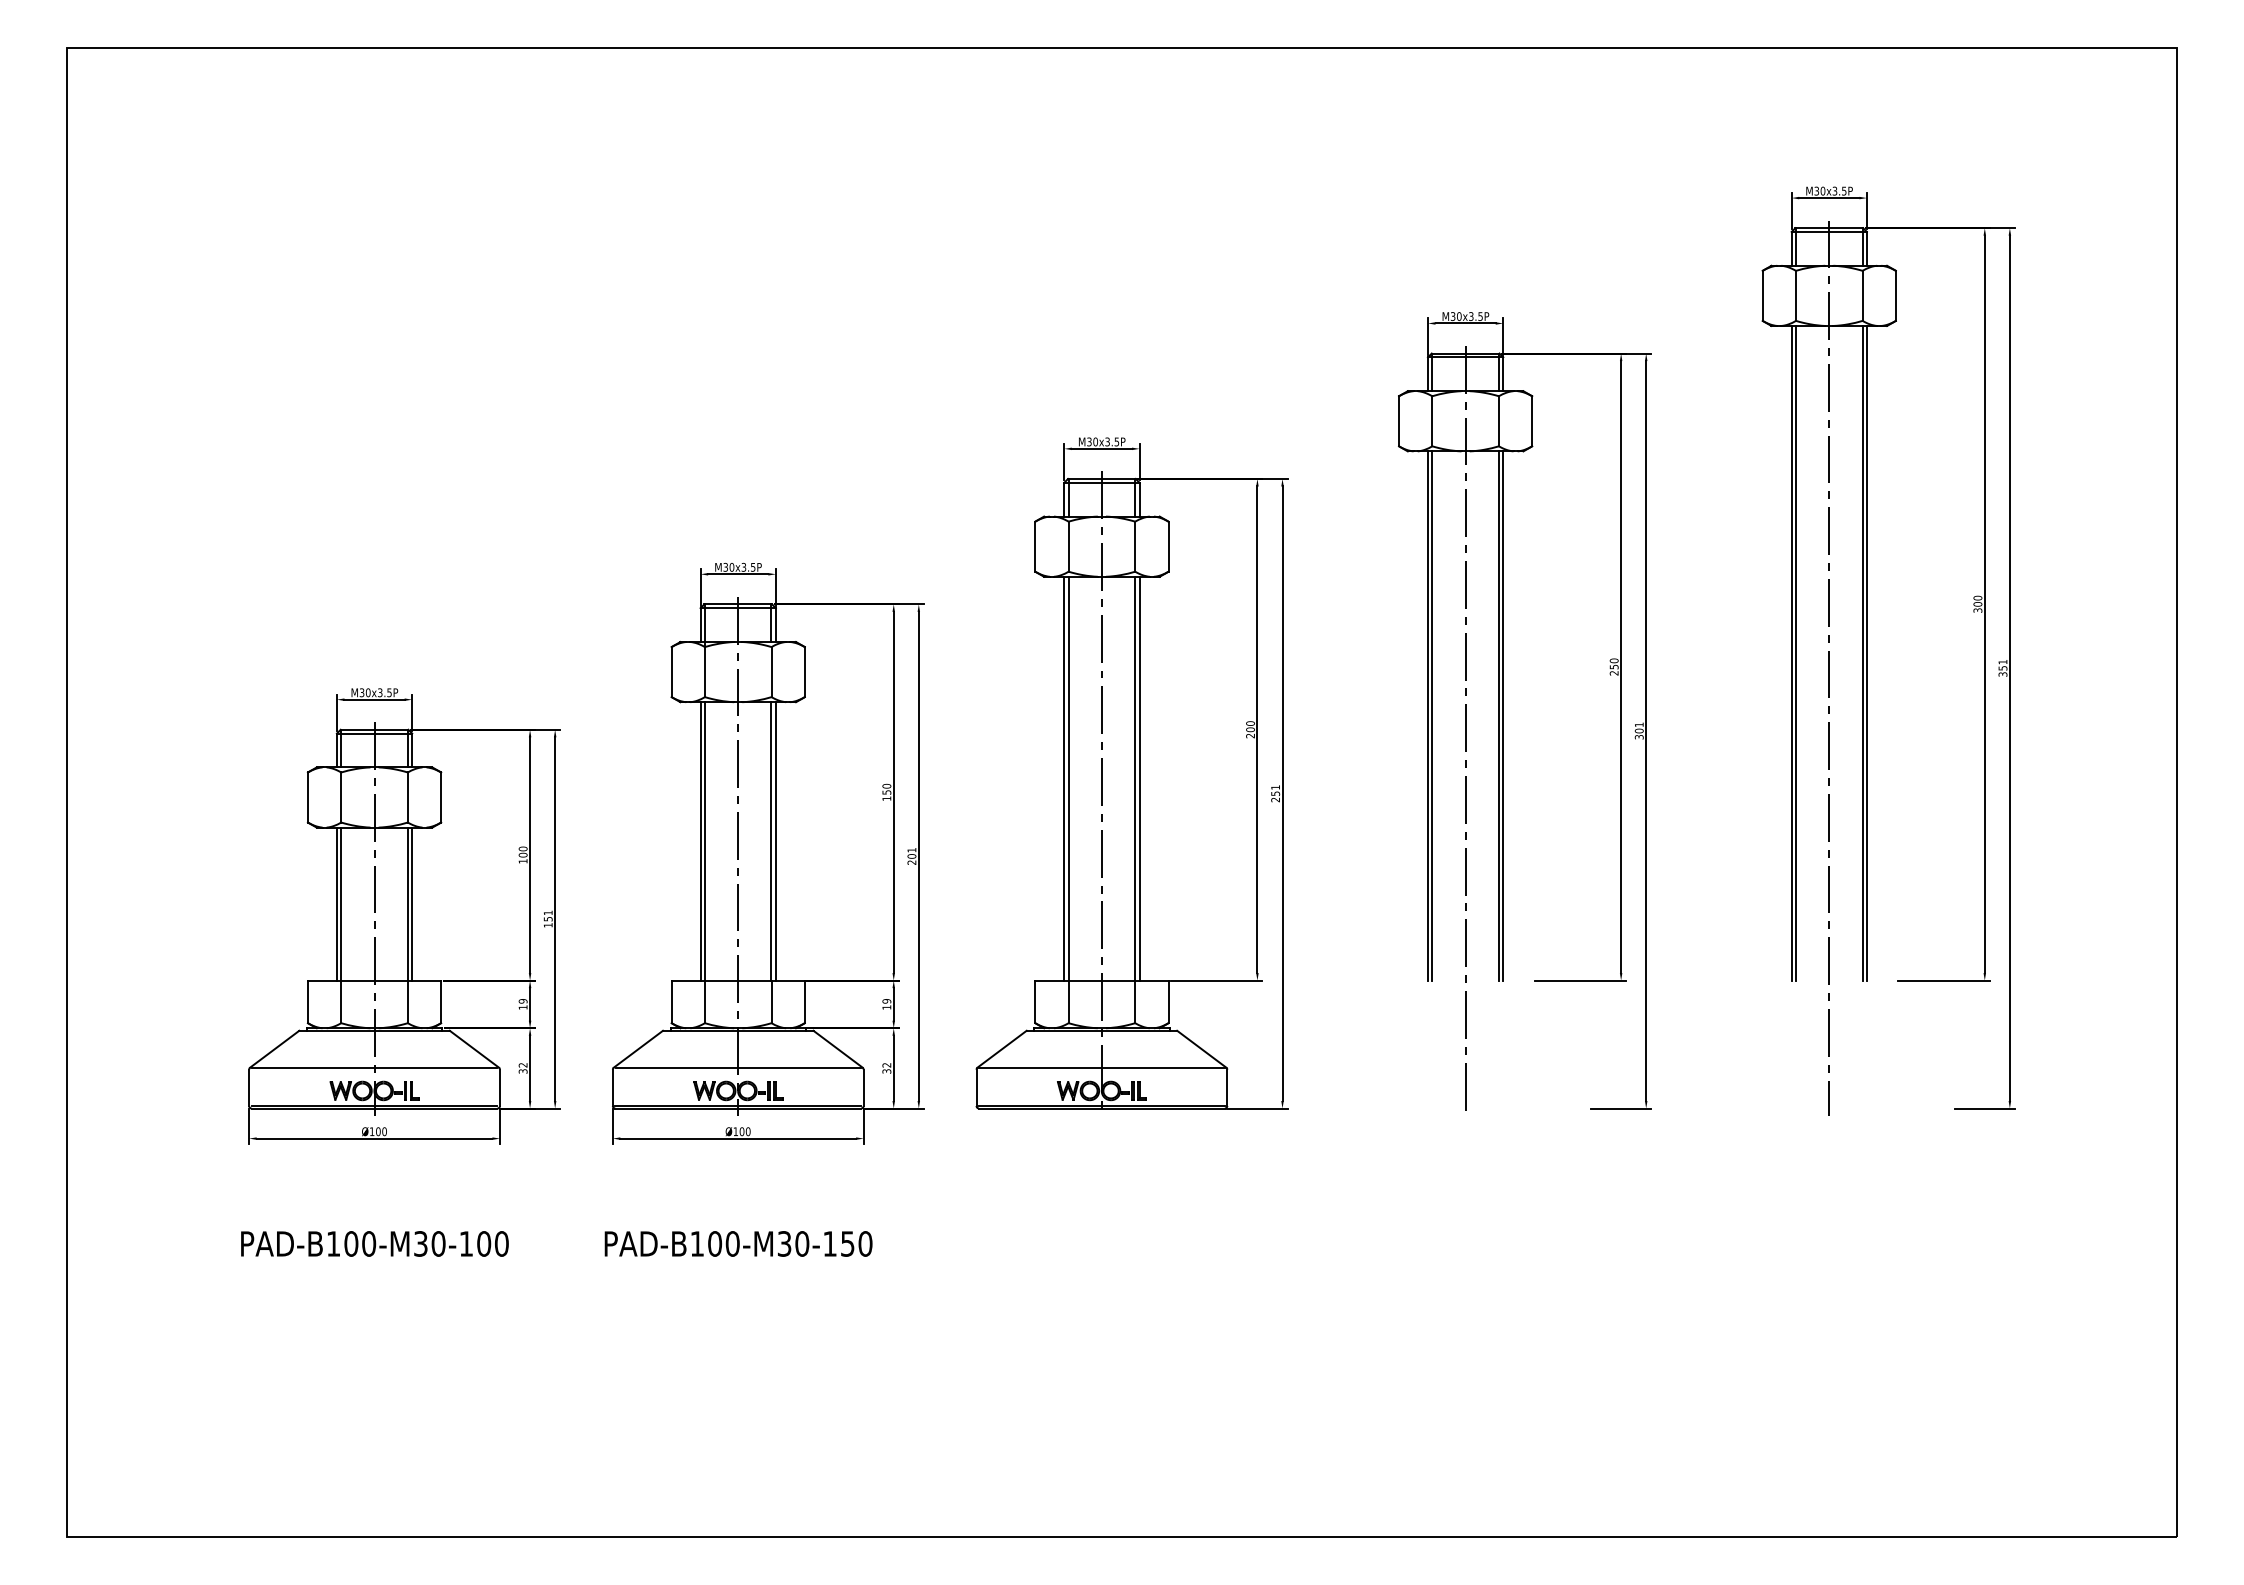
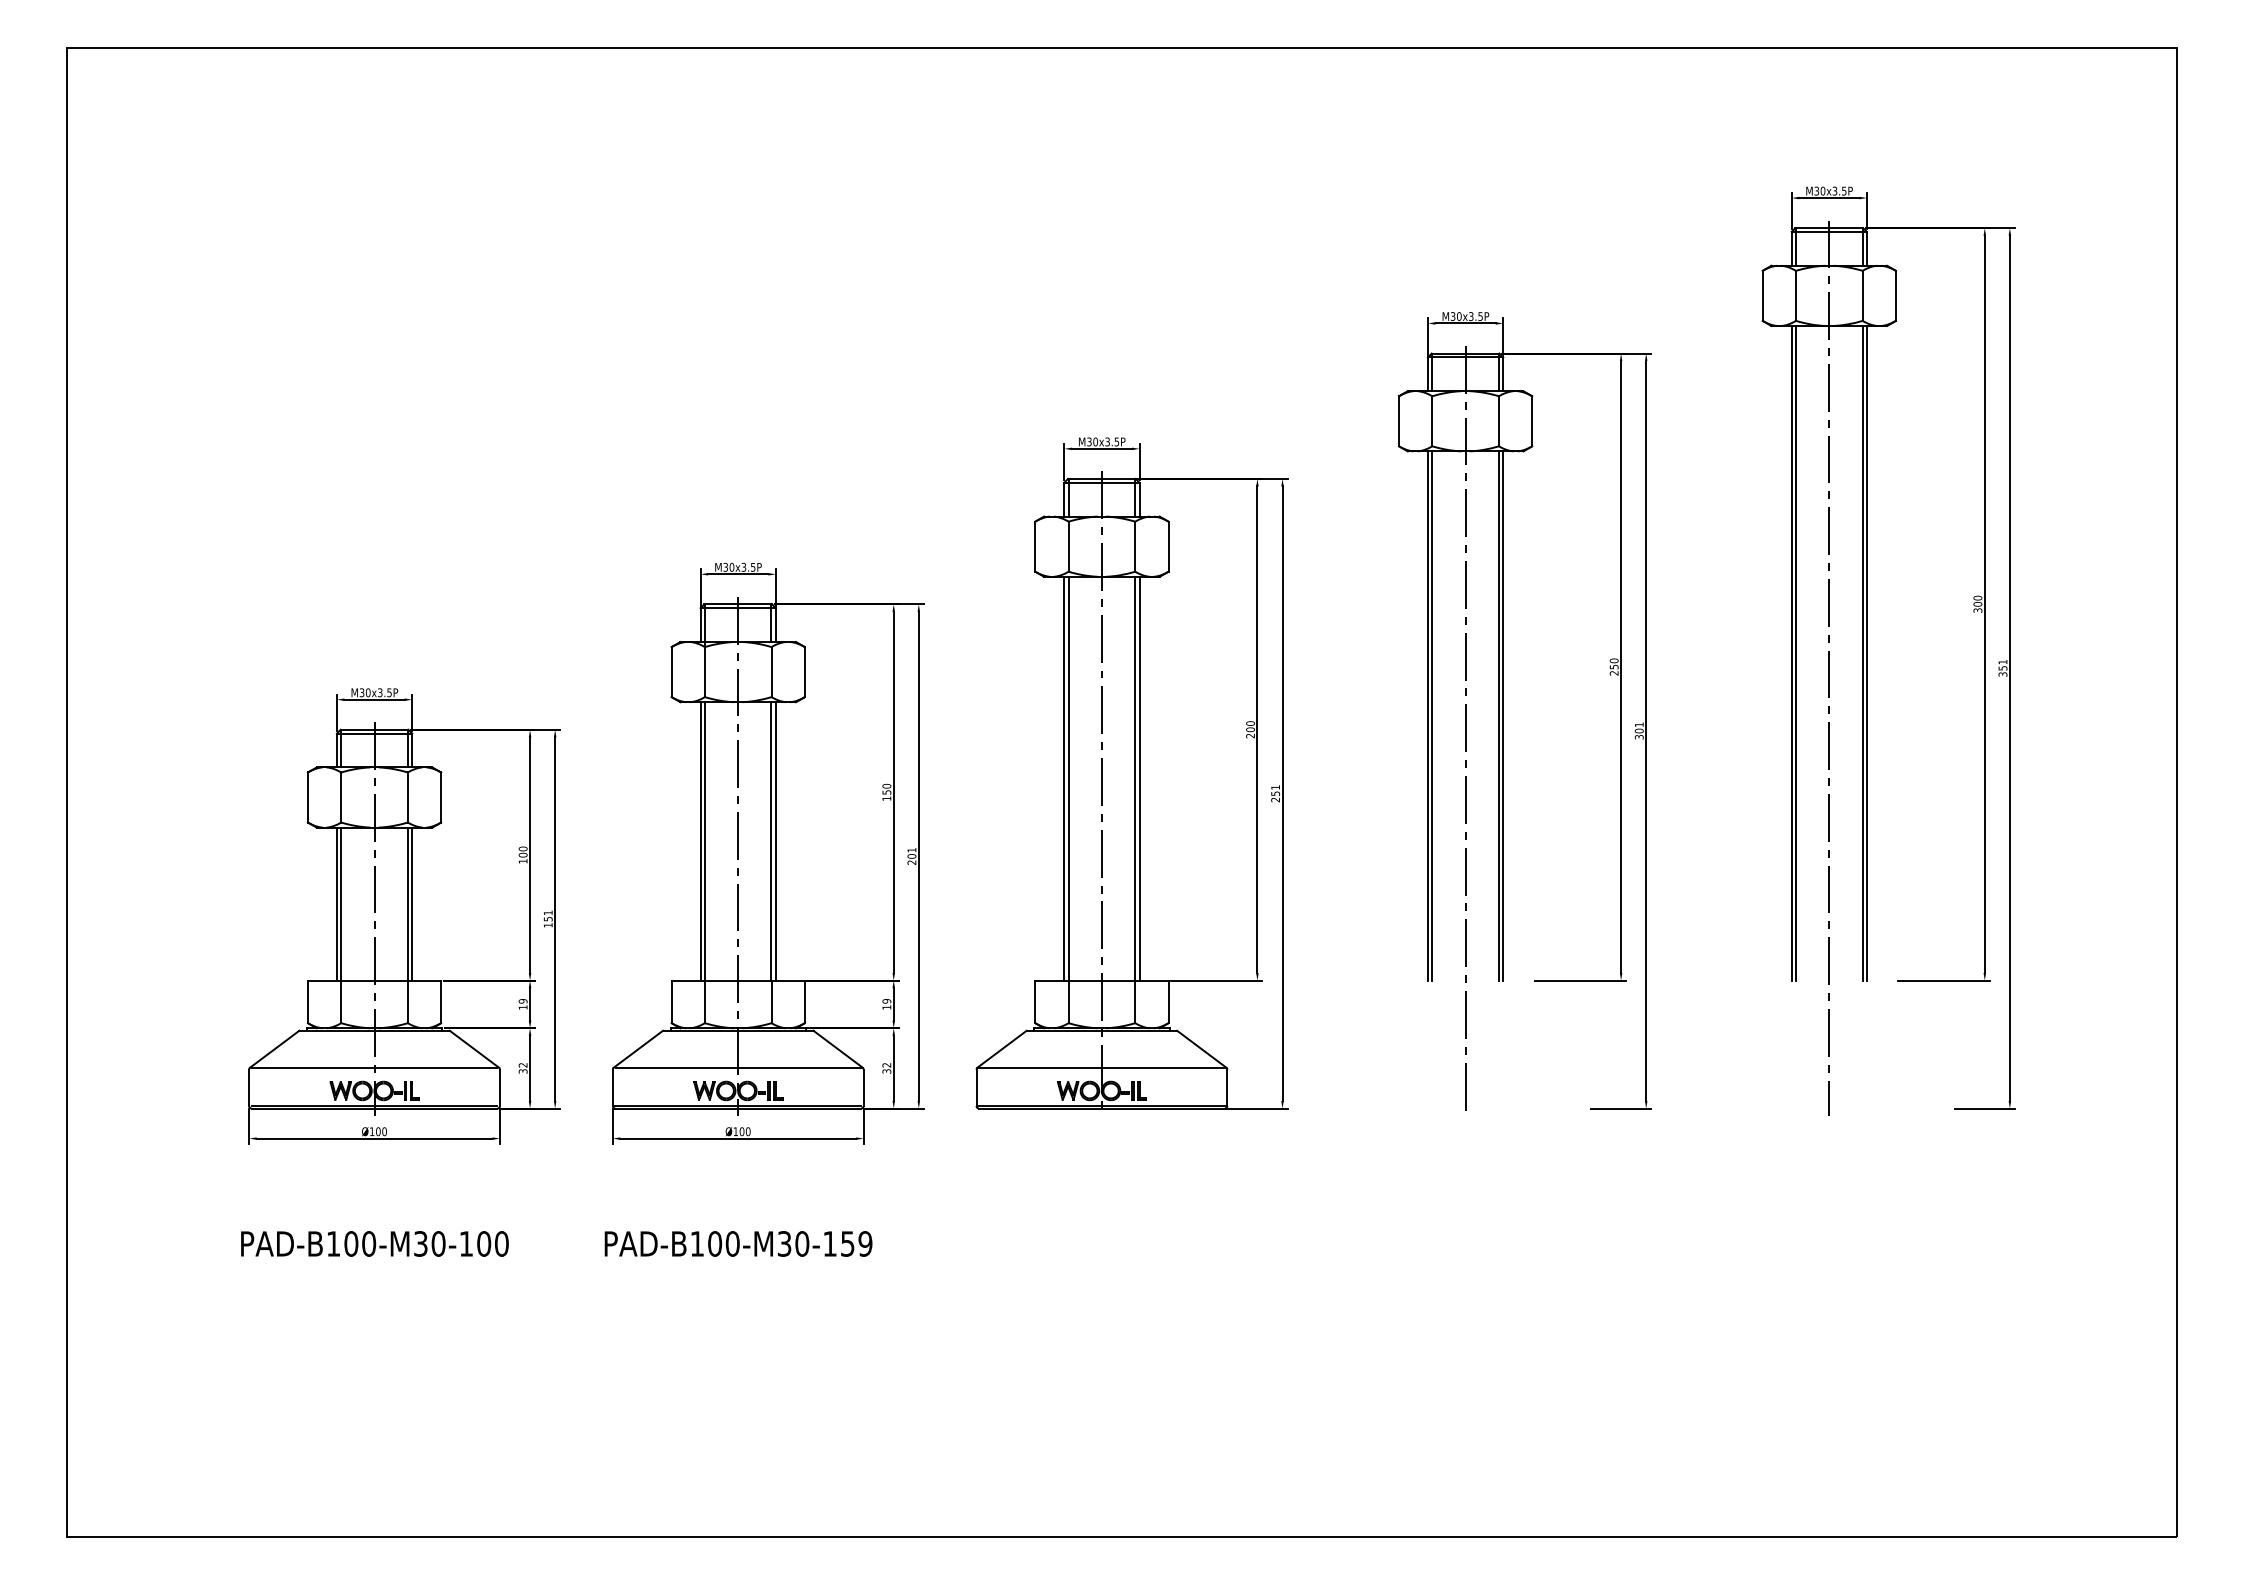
text at (865, 1243): PAD-B100-M30-150 -> PAD-B100-M30-159
